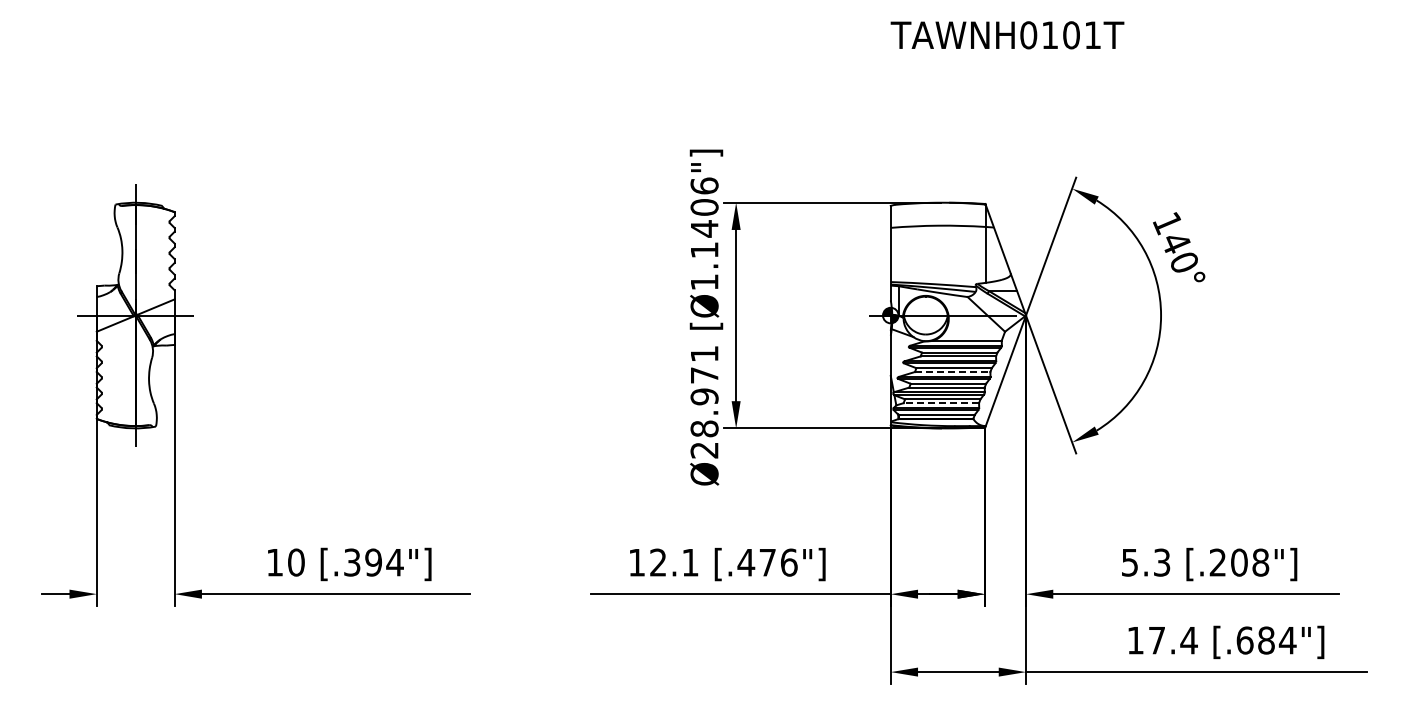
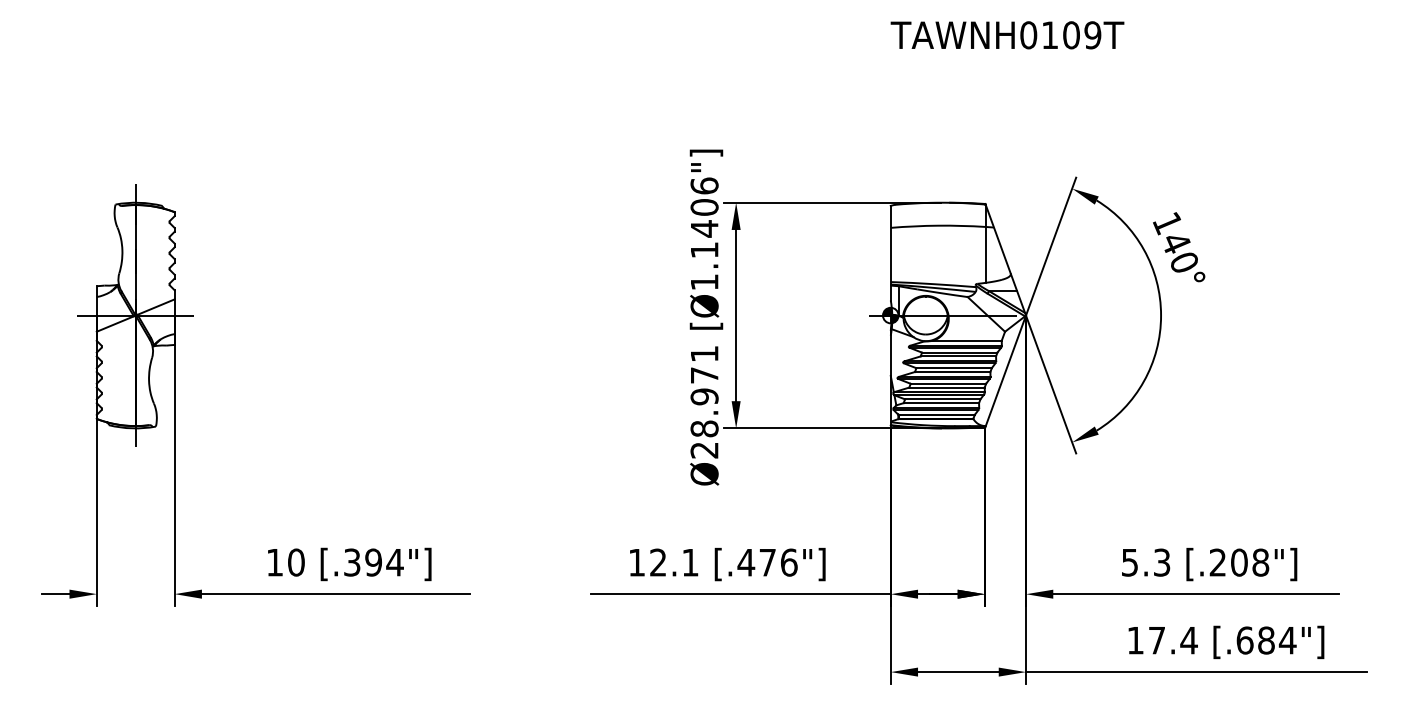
text at (1092, 35): TAWNH0101T -> TAWNH0109T
line at (952, 372): dashed -> solid
line at (941, 403): dashed -> solid
